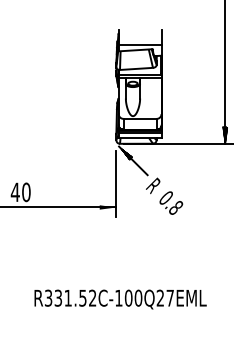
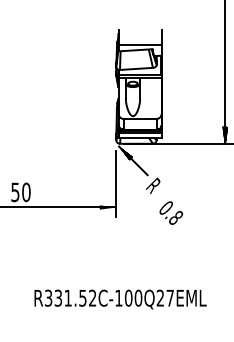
text at (14, 192): 40 -> 50
text at (171, 202) position: (171, 202) -> (171, 212)
